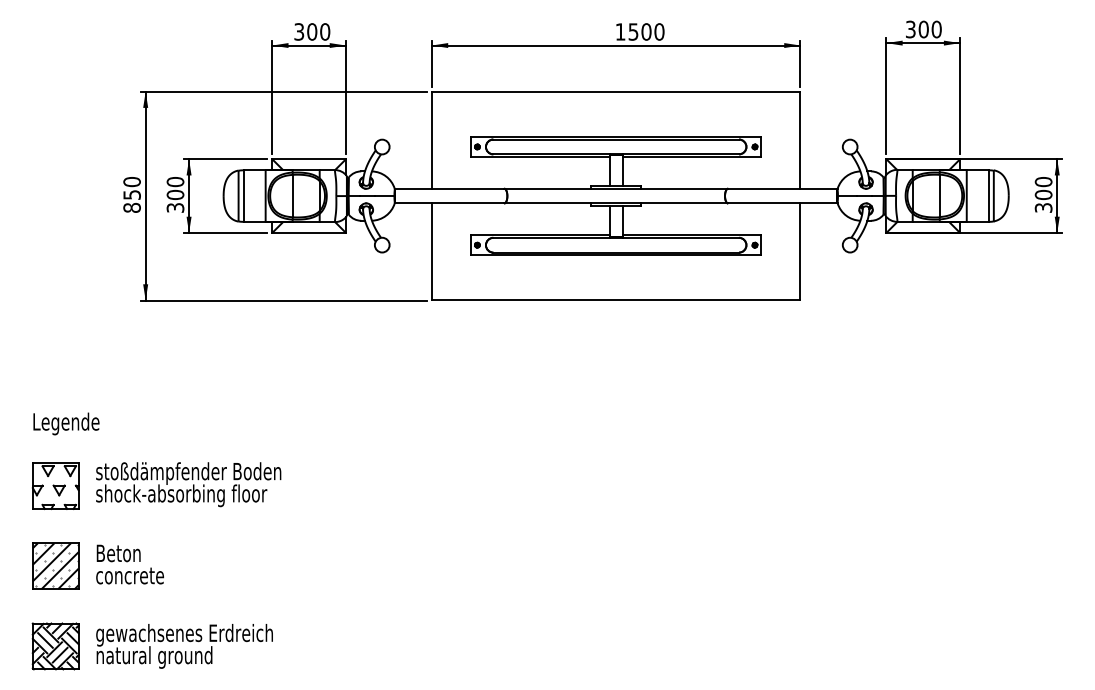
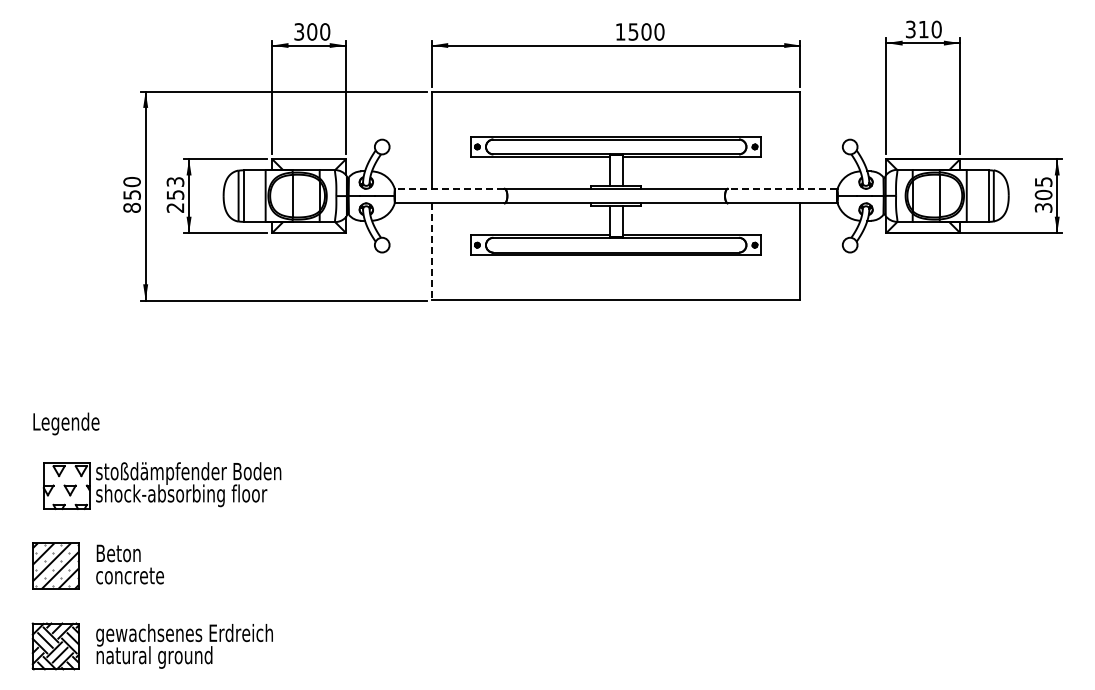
text at (923, 29): 300 -> 310
text at (1043, 182): 300 -> 305
line at (449, 188): solid -> dashed
line at (782, 188): solid -> dashed
text at (175, 194): 300 -> 253
line at (431, 252): solid -> dashed
part at (55, 485) position: (55, 485) -> (66, 485)
